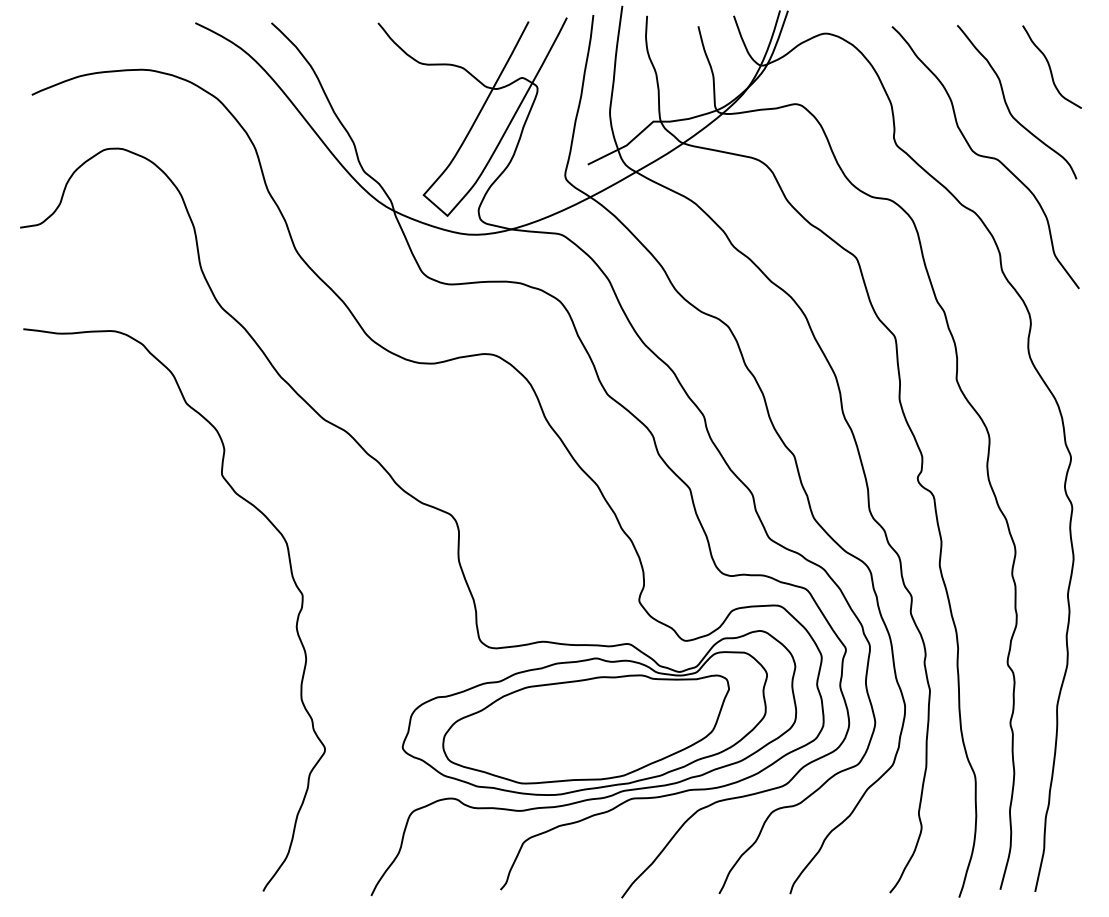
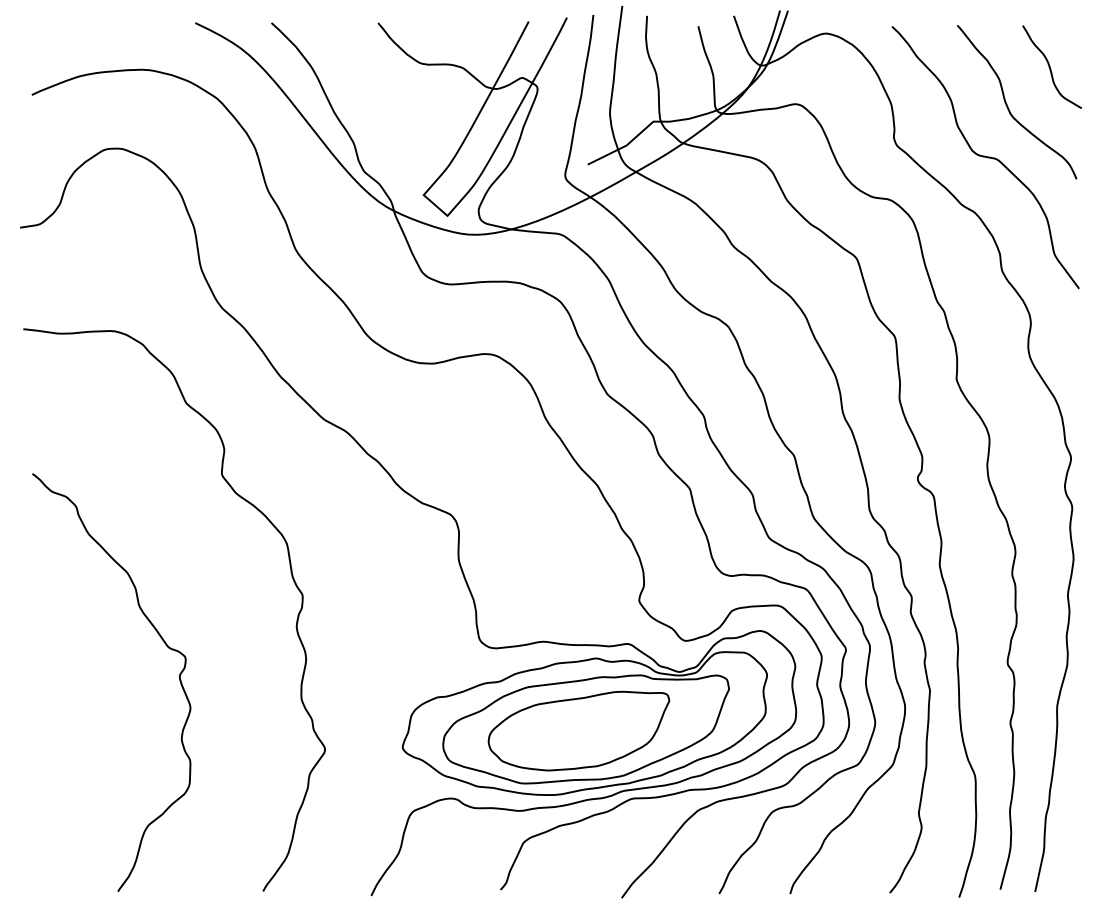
curve at (165, 645): none -> present
part at (578, 730): none -> present
